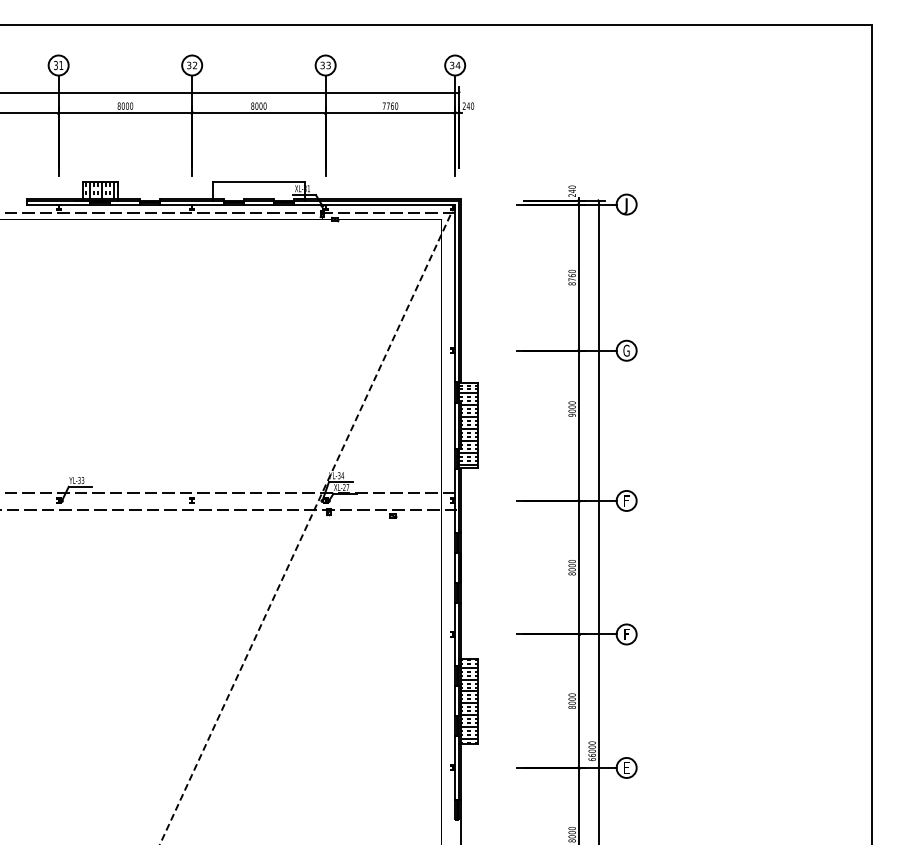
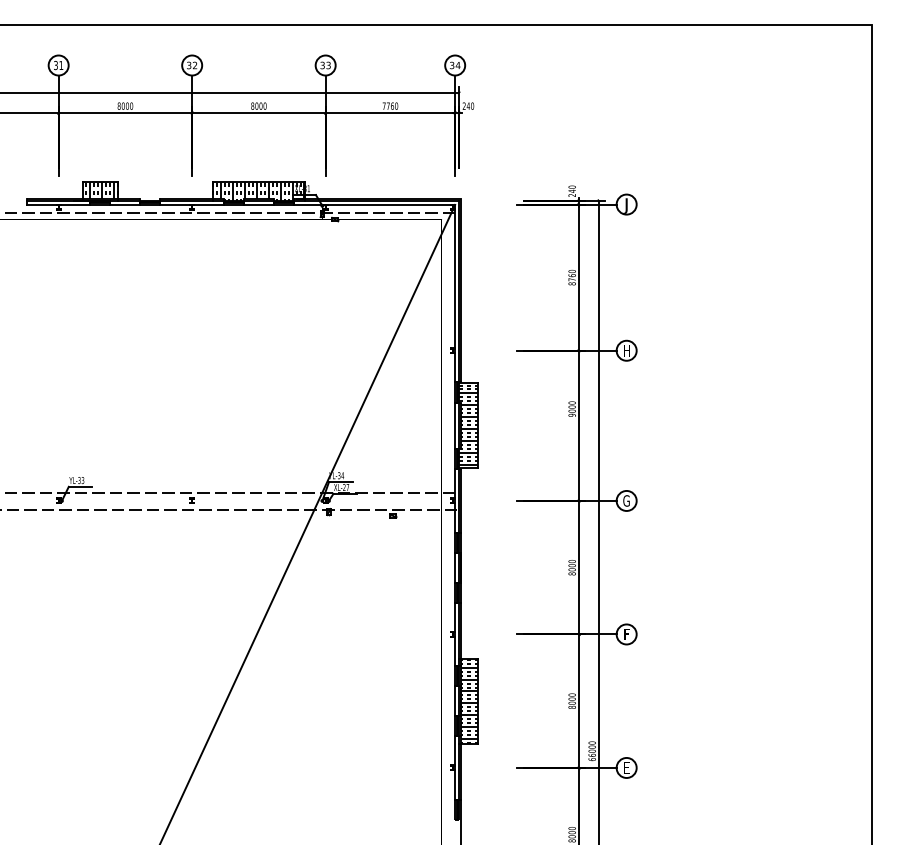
hatch at (258, 190): none -> present
text at (626, 350): G -> H
text at (626, 500): F -> G
line at (307, 525): dashed -> solid
